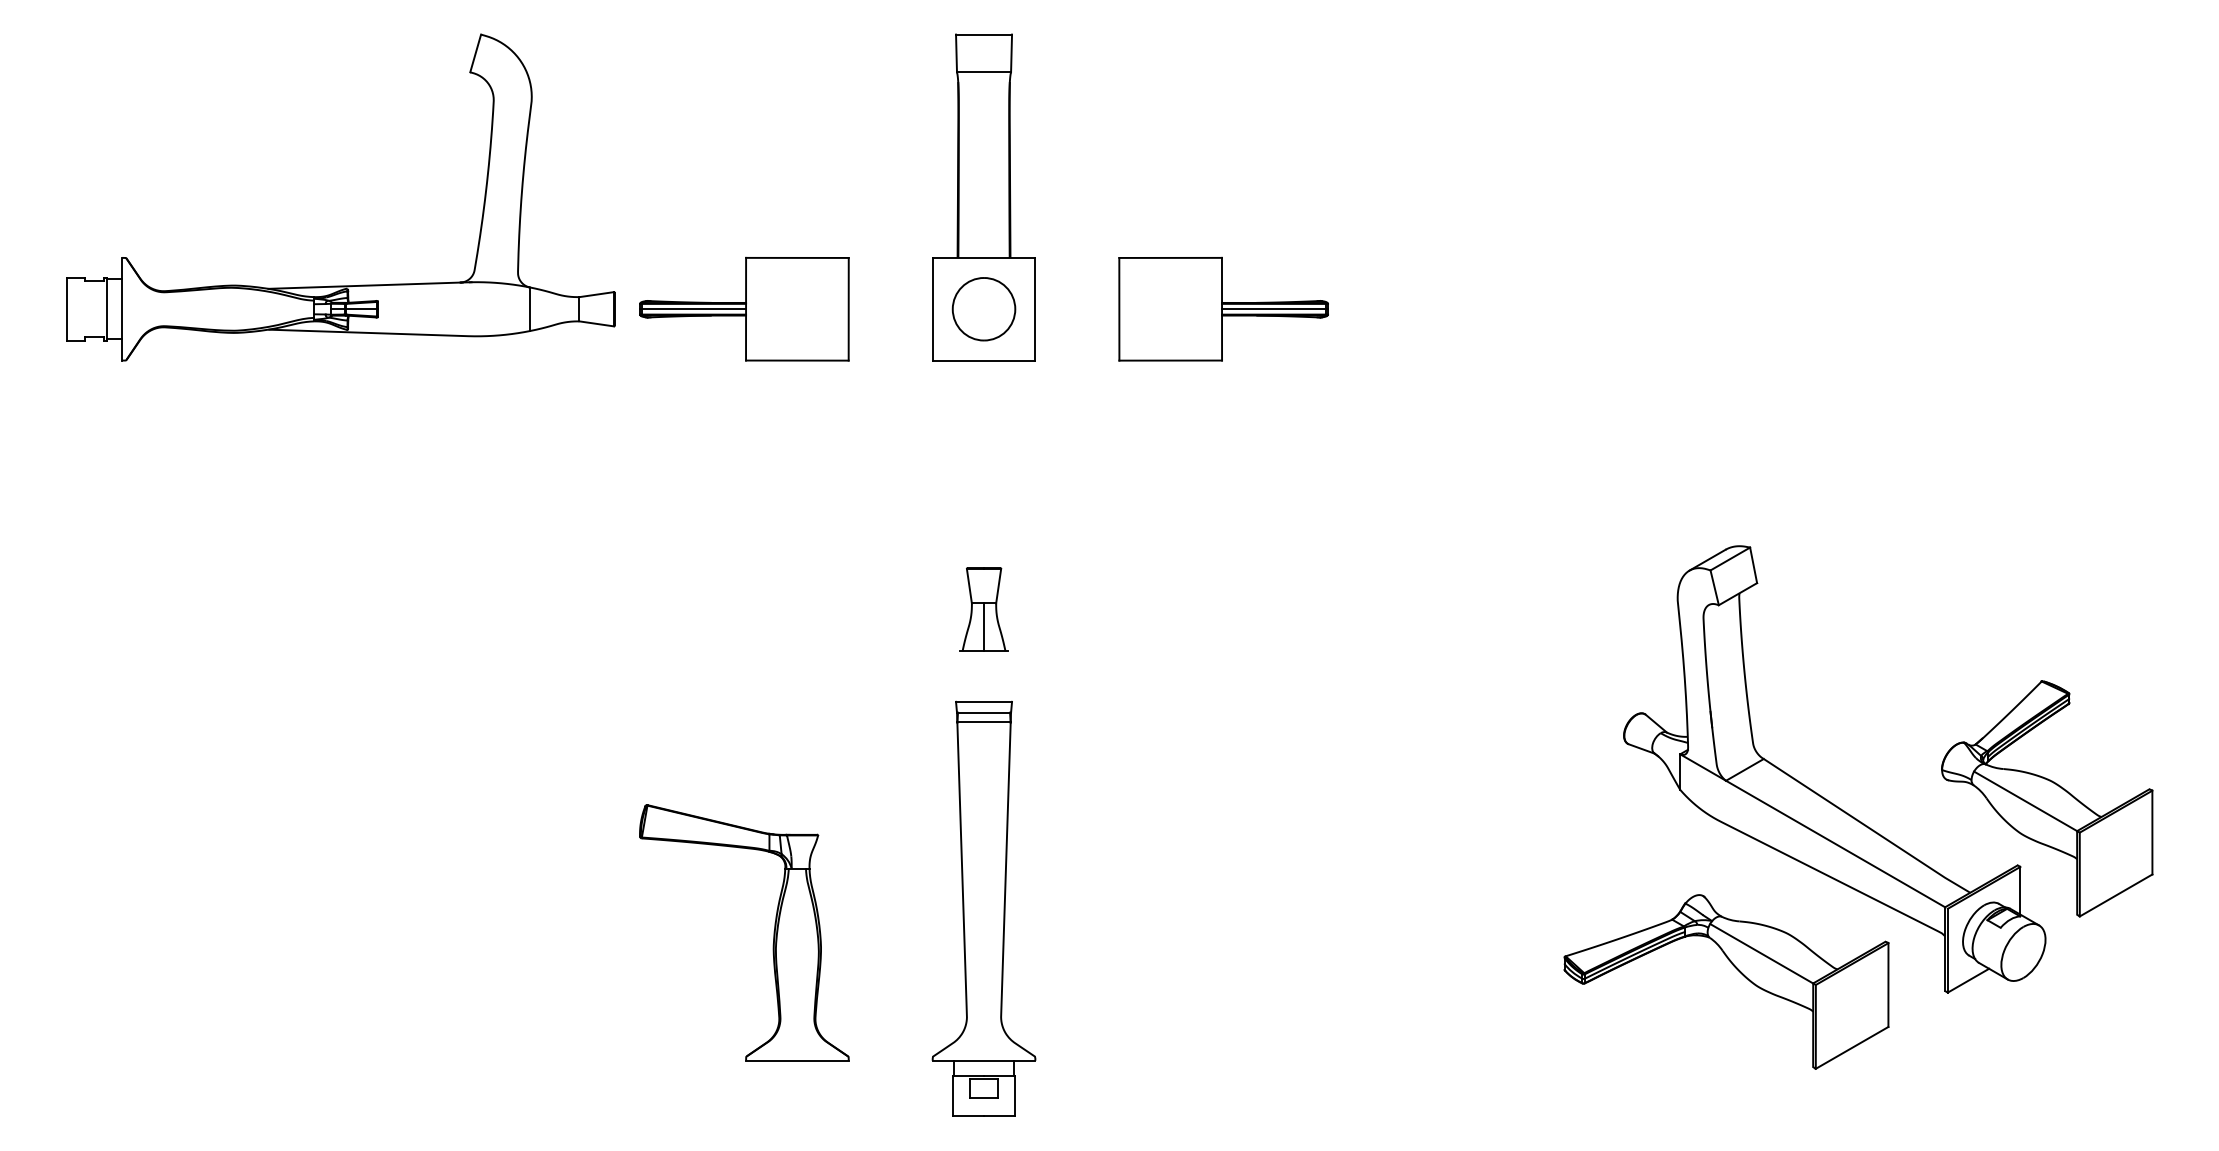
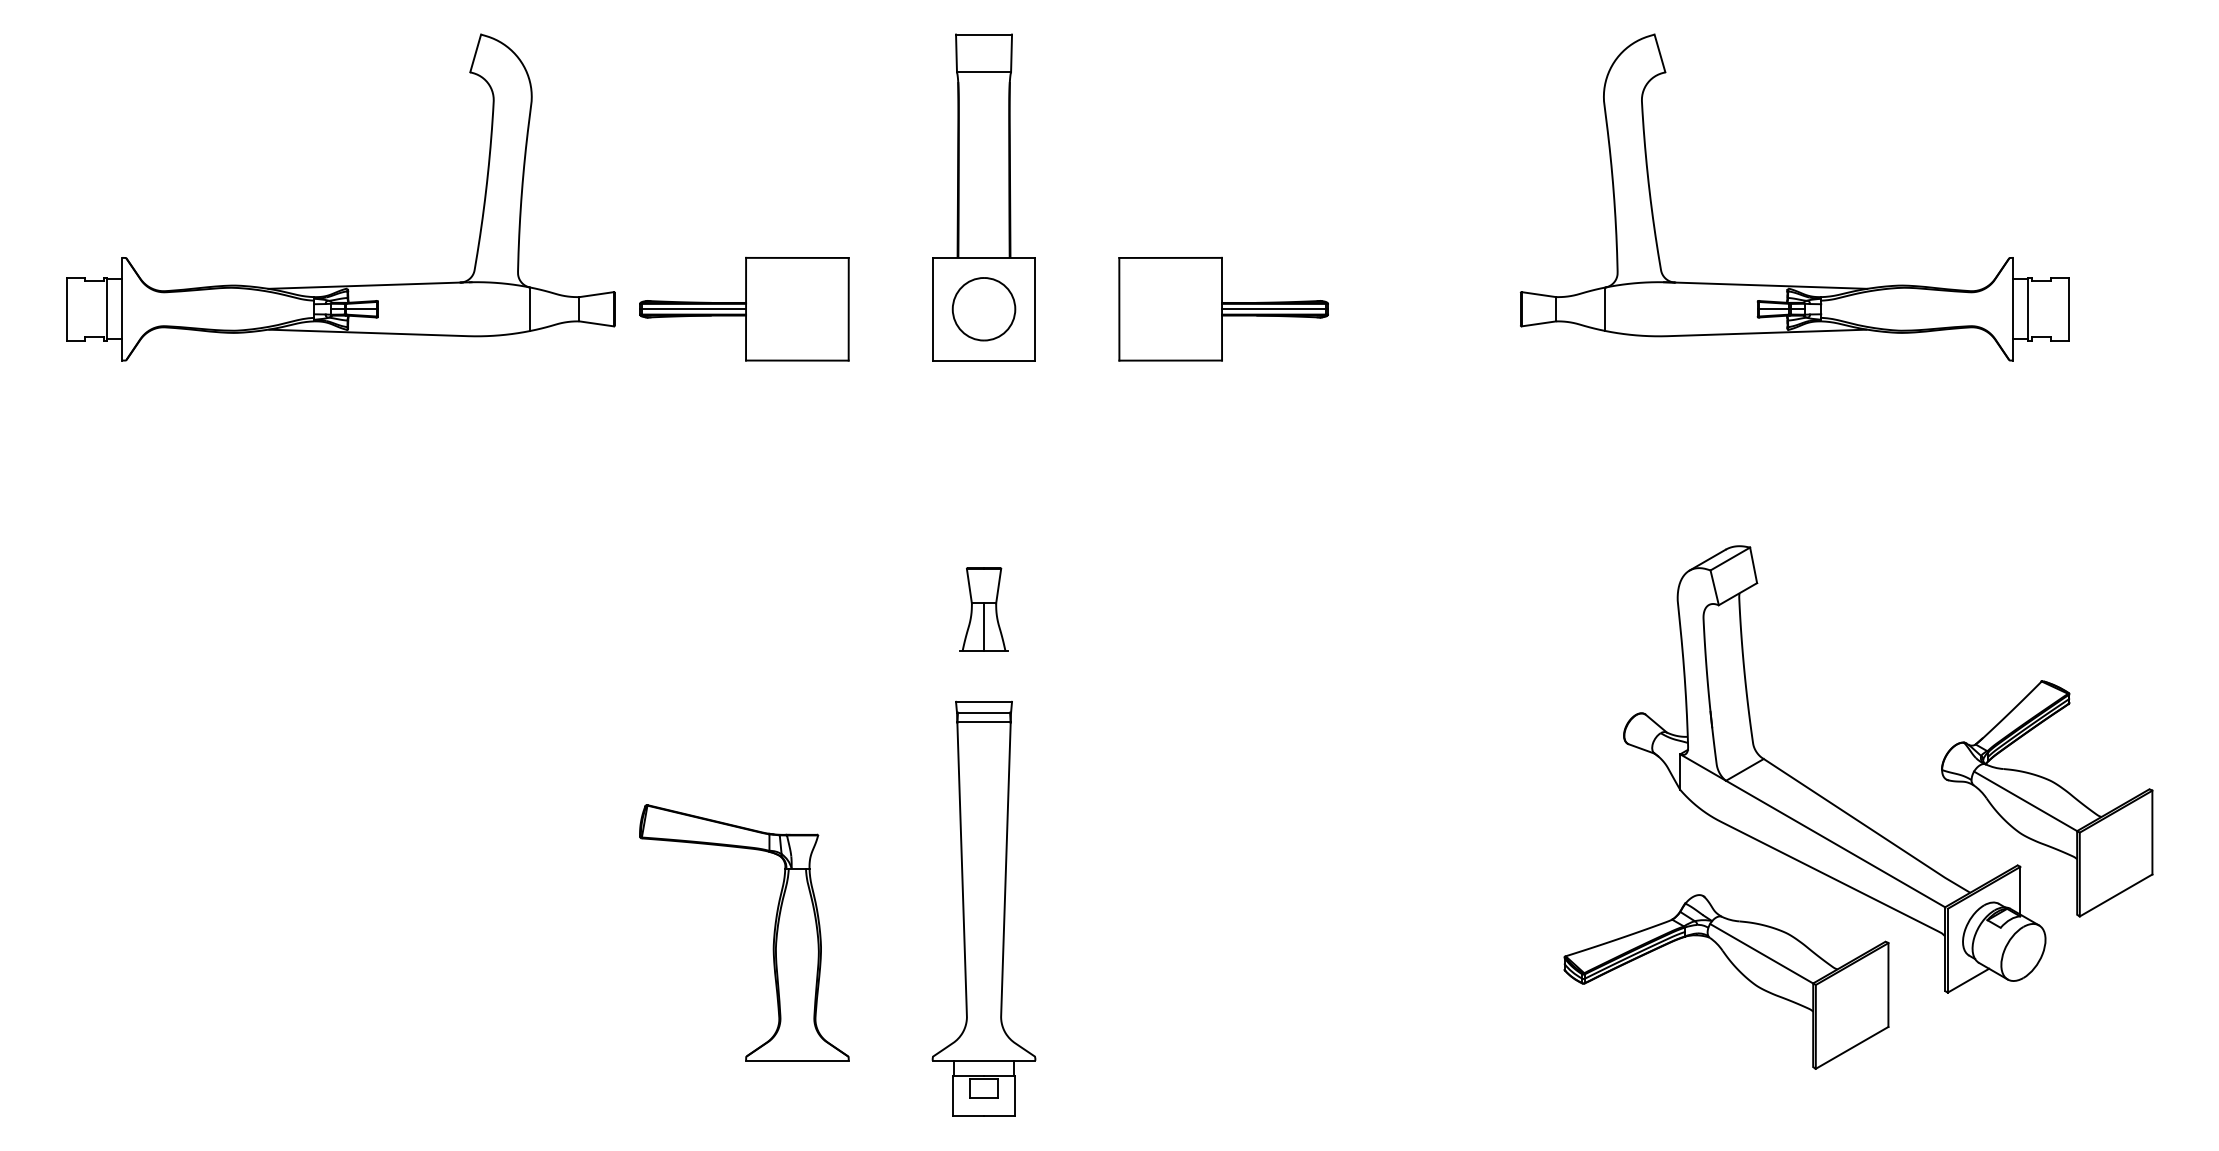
part at (1794, 285): none -> present
